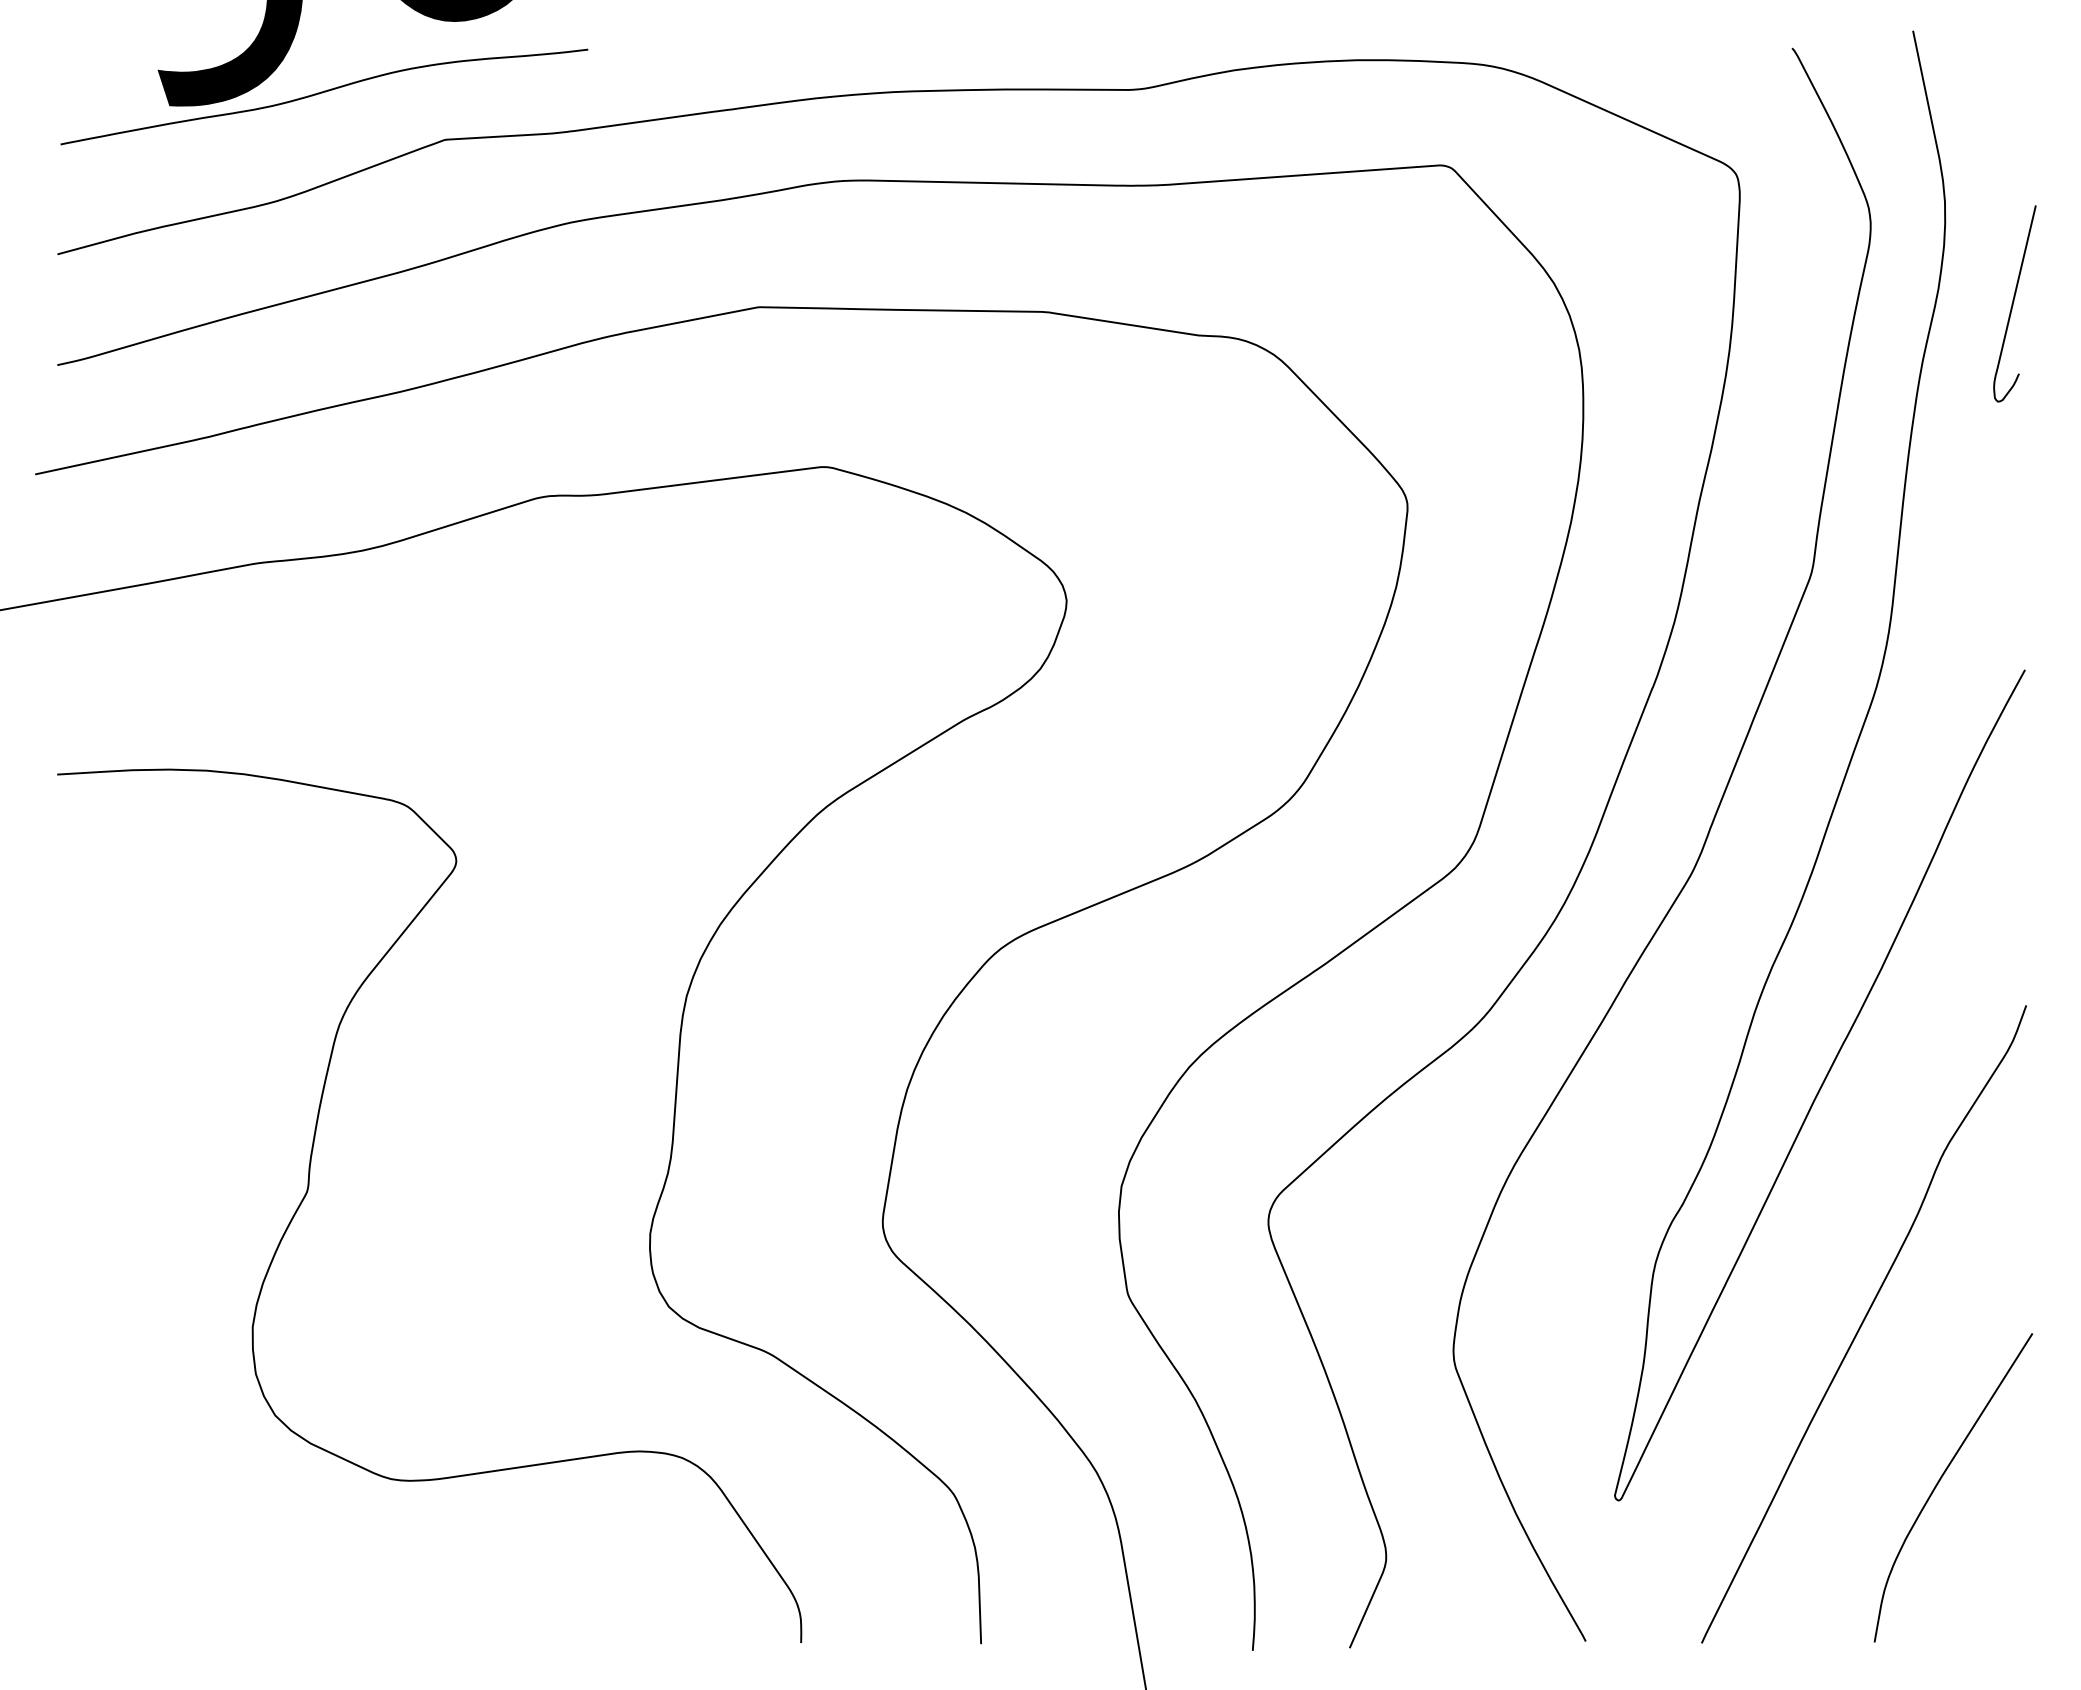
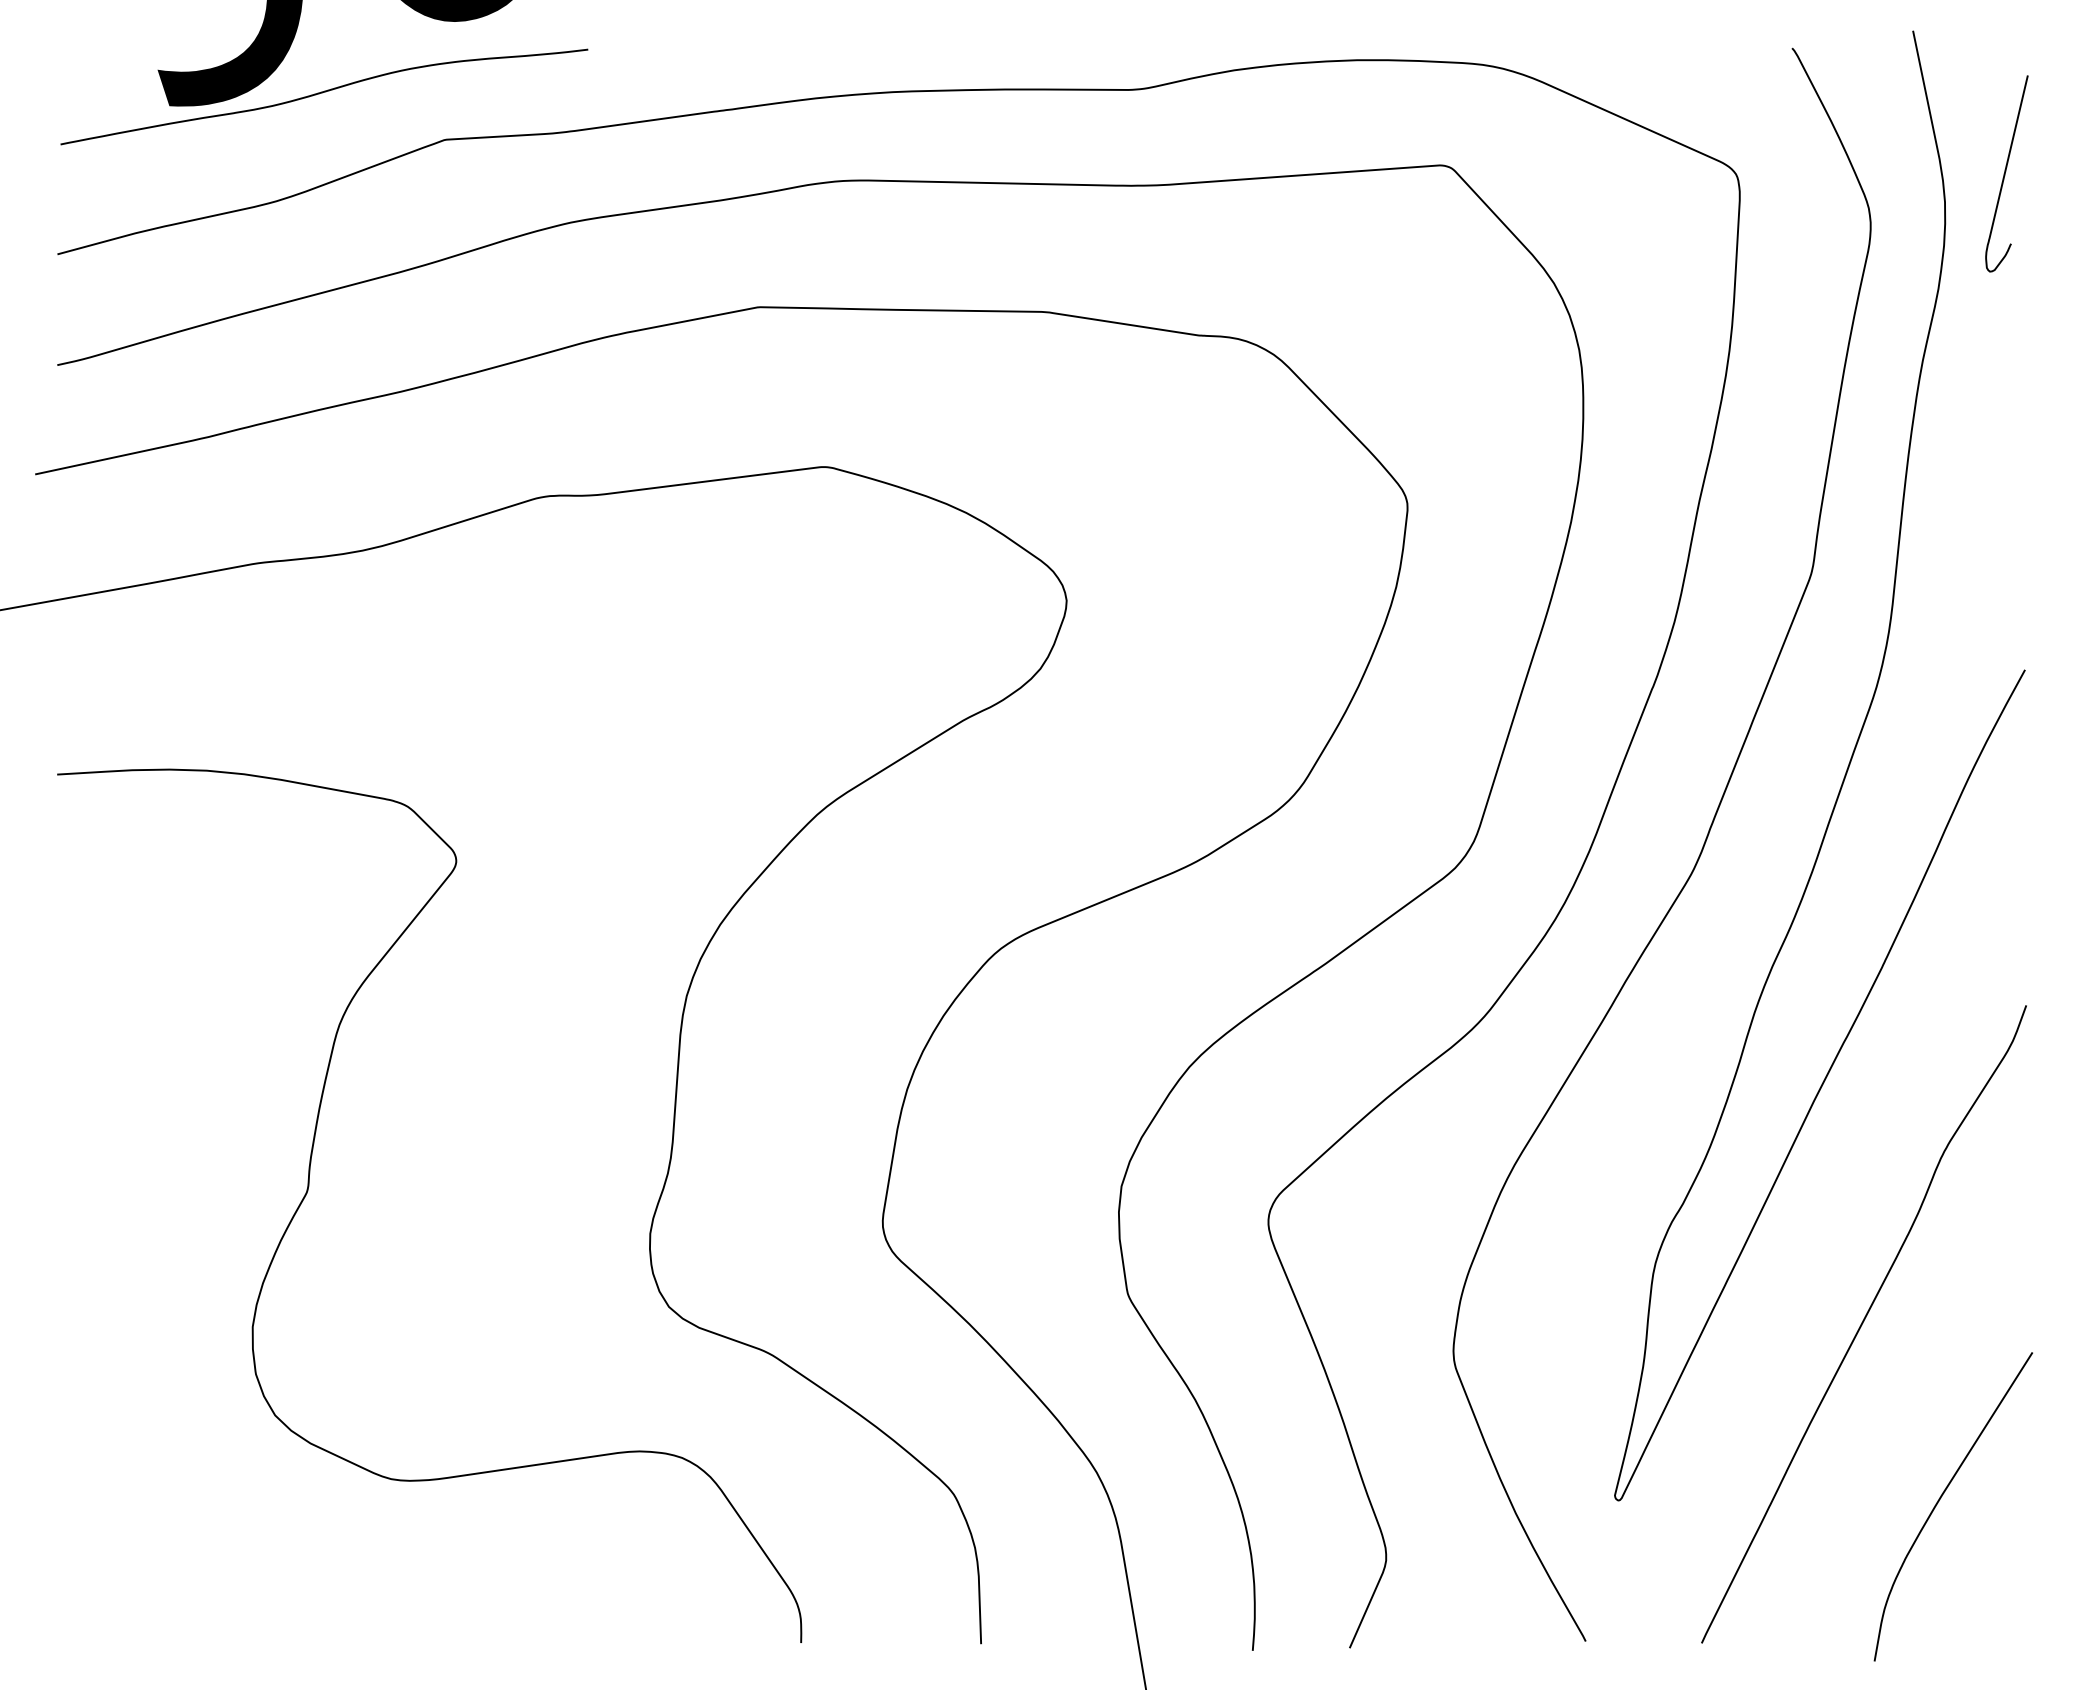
curve at (2013, 303) position: (2013, 303) -> (2005, 173)
curve at (1941, 1479) position: (1941, 1479) -> (1941, 1498)
